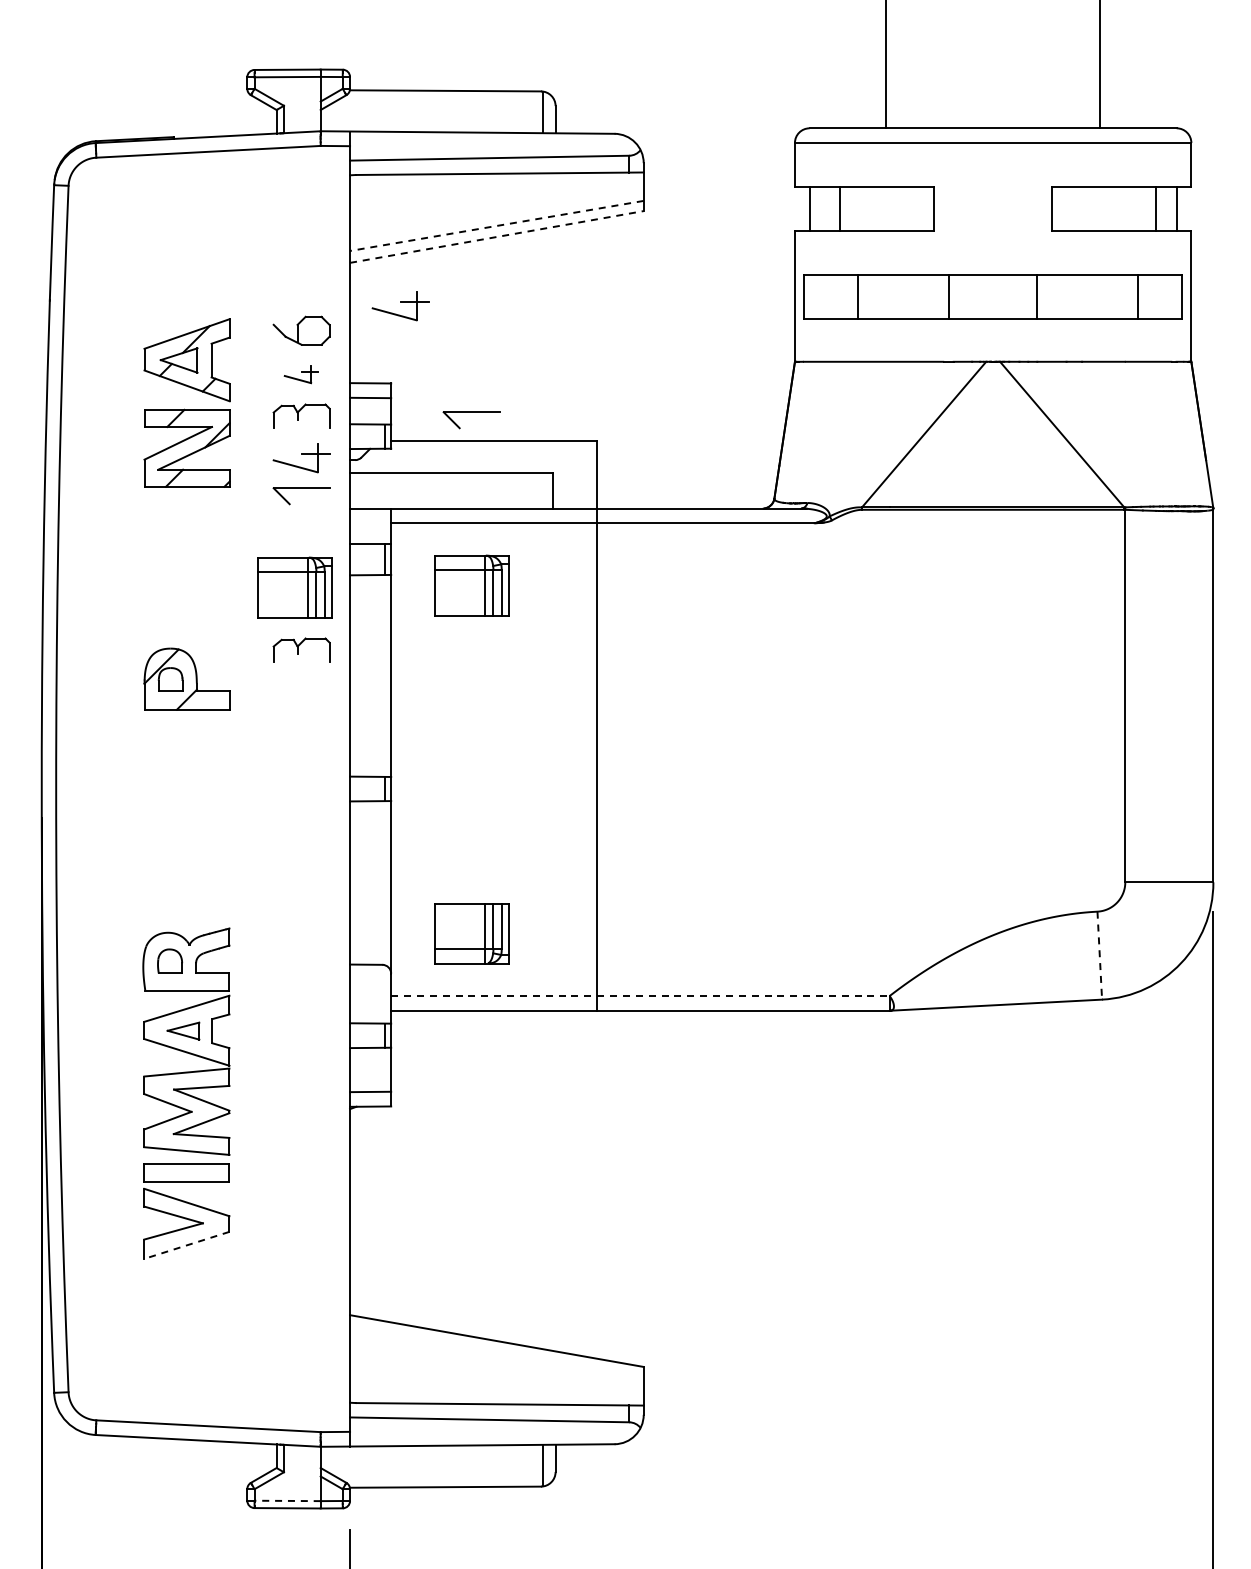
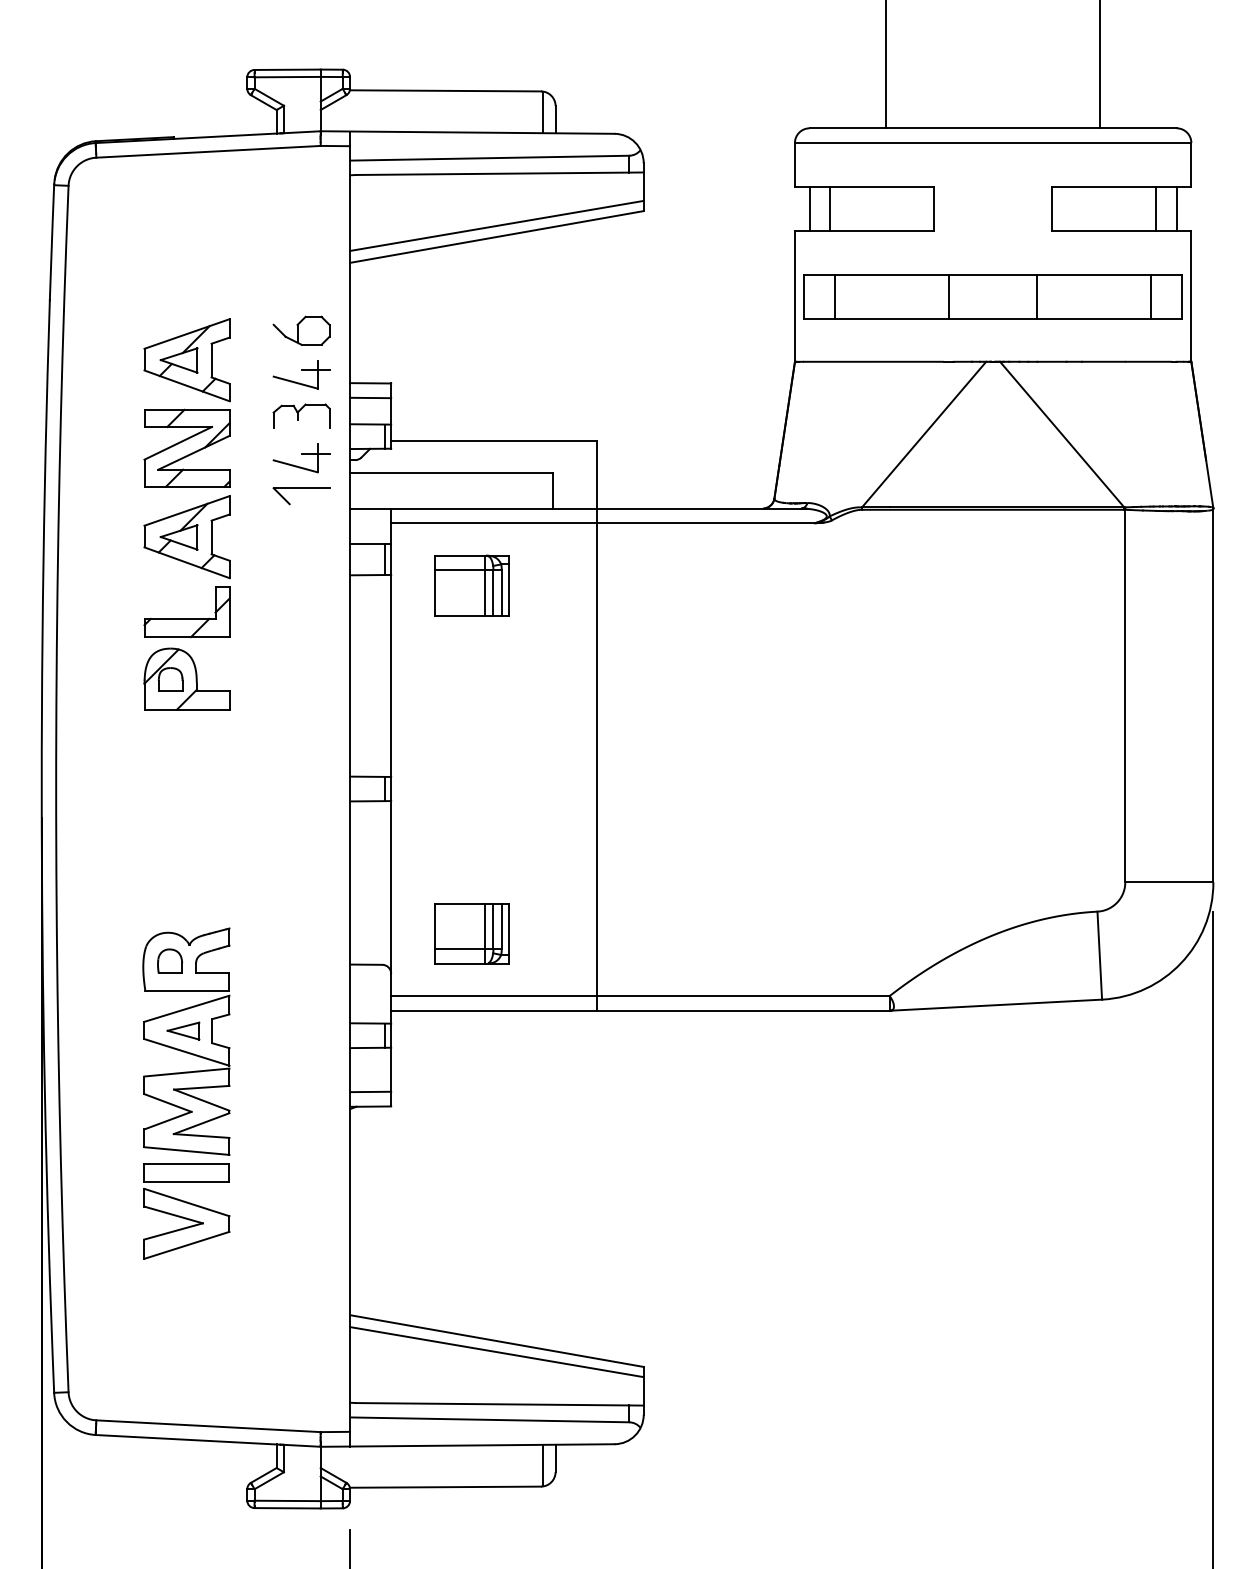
line at (840, 209) position: (840, 209) -> (830, 209)
line at (496, 225): dashed -> solid
line at (497, 236): dashed -> solid
line at (857, 297) position: (857, 297) -> (834, 297)
line at (1138, 297) position: (1138, 297) -> (1151, 297)
part at (400, 306): present -> none
part at (300, 374) size: 36x20 px -> 59x30 px
part at (471, 412): present -> none
part at (186, 566): none -> present
part at (294, 587): present -> none
part at (301, 649): present -> none
line at (1099, 956): dashed -> solid
line at (640, 996): dashed -> solid
line at (186, 1245): dashed -> solid
line at (496, 1352): none -> present
line at (287, 1500): dashed -> solid
